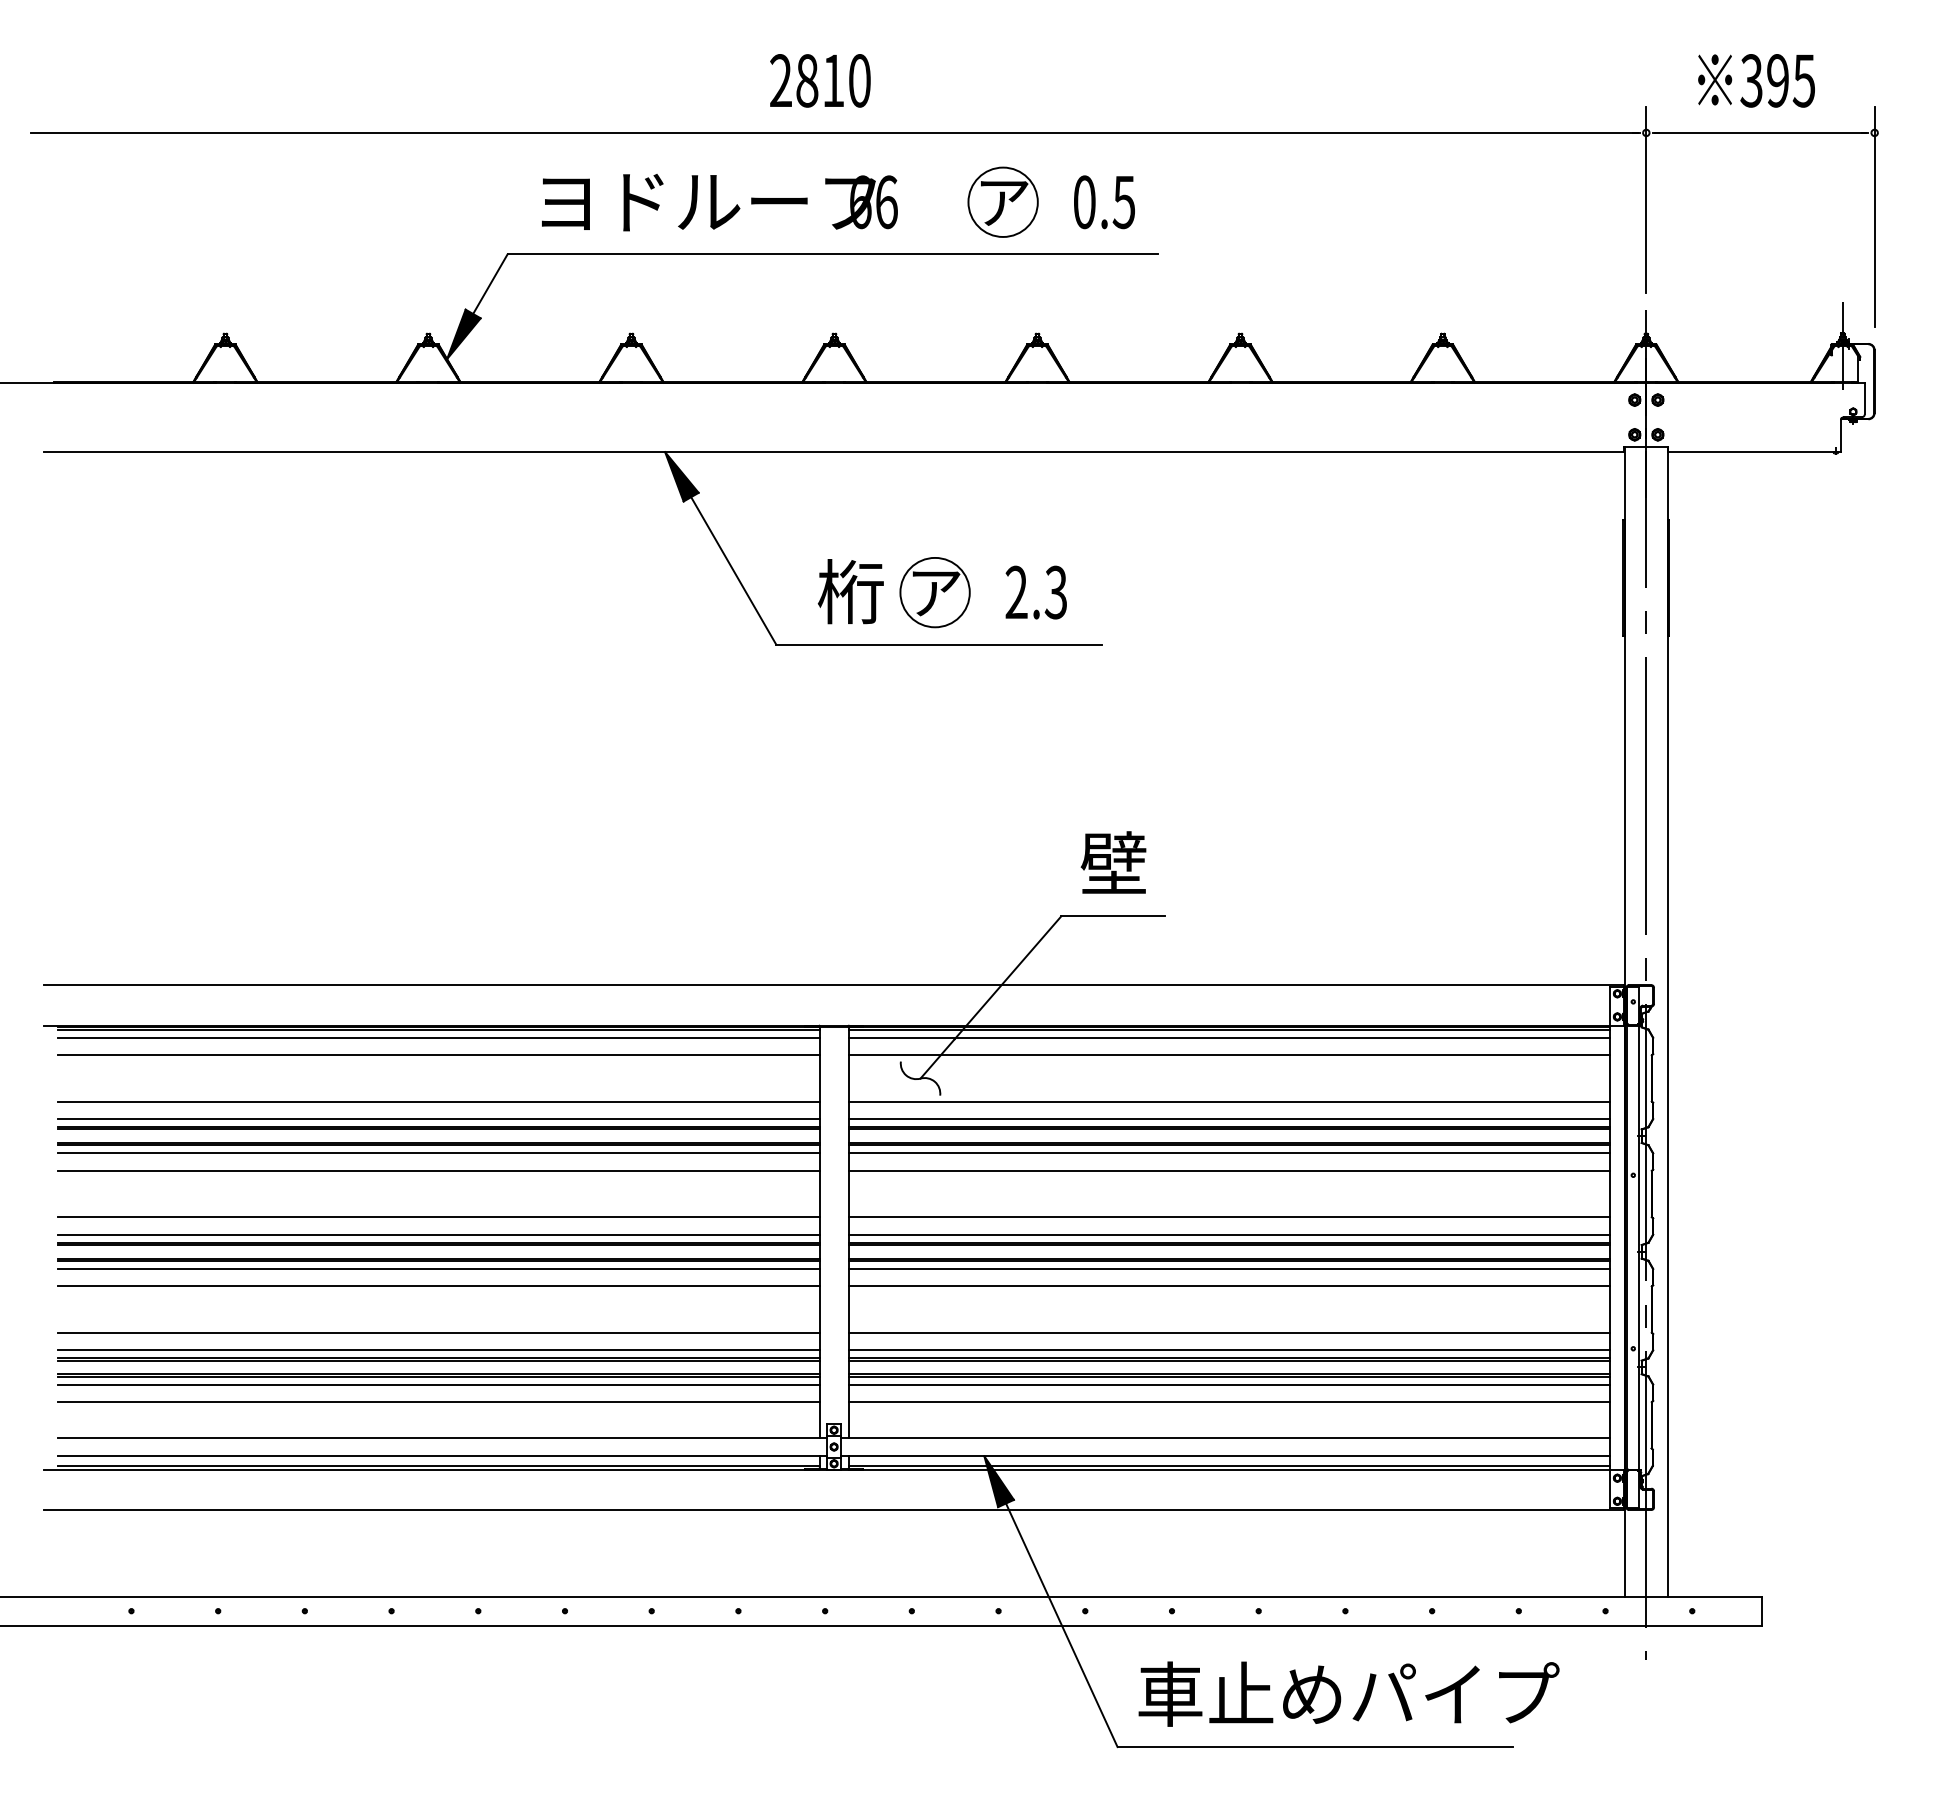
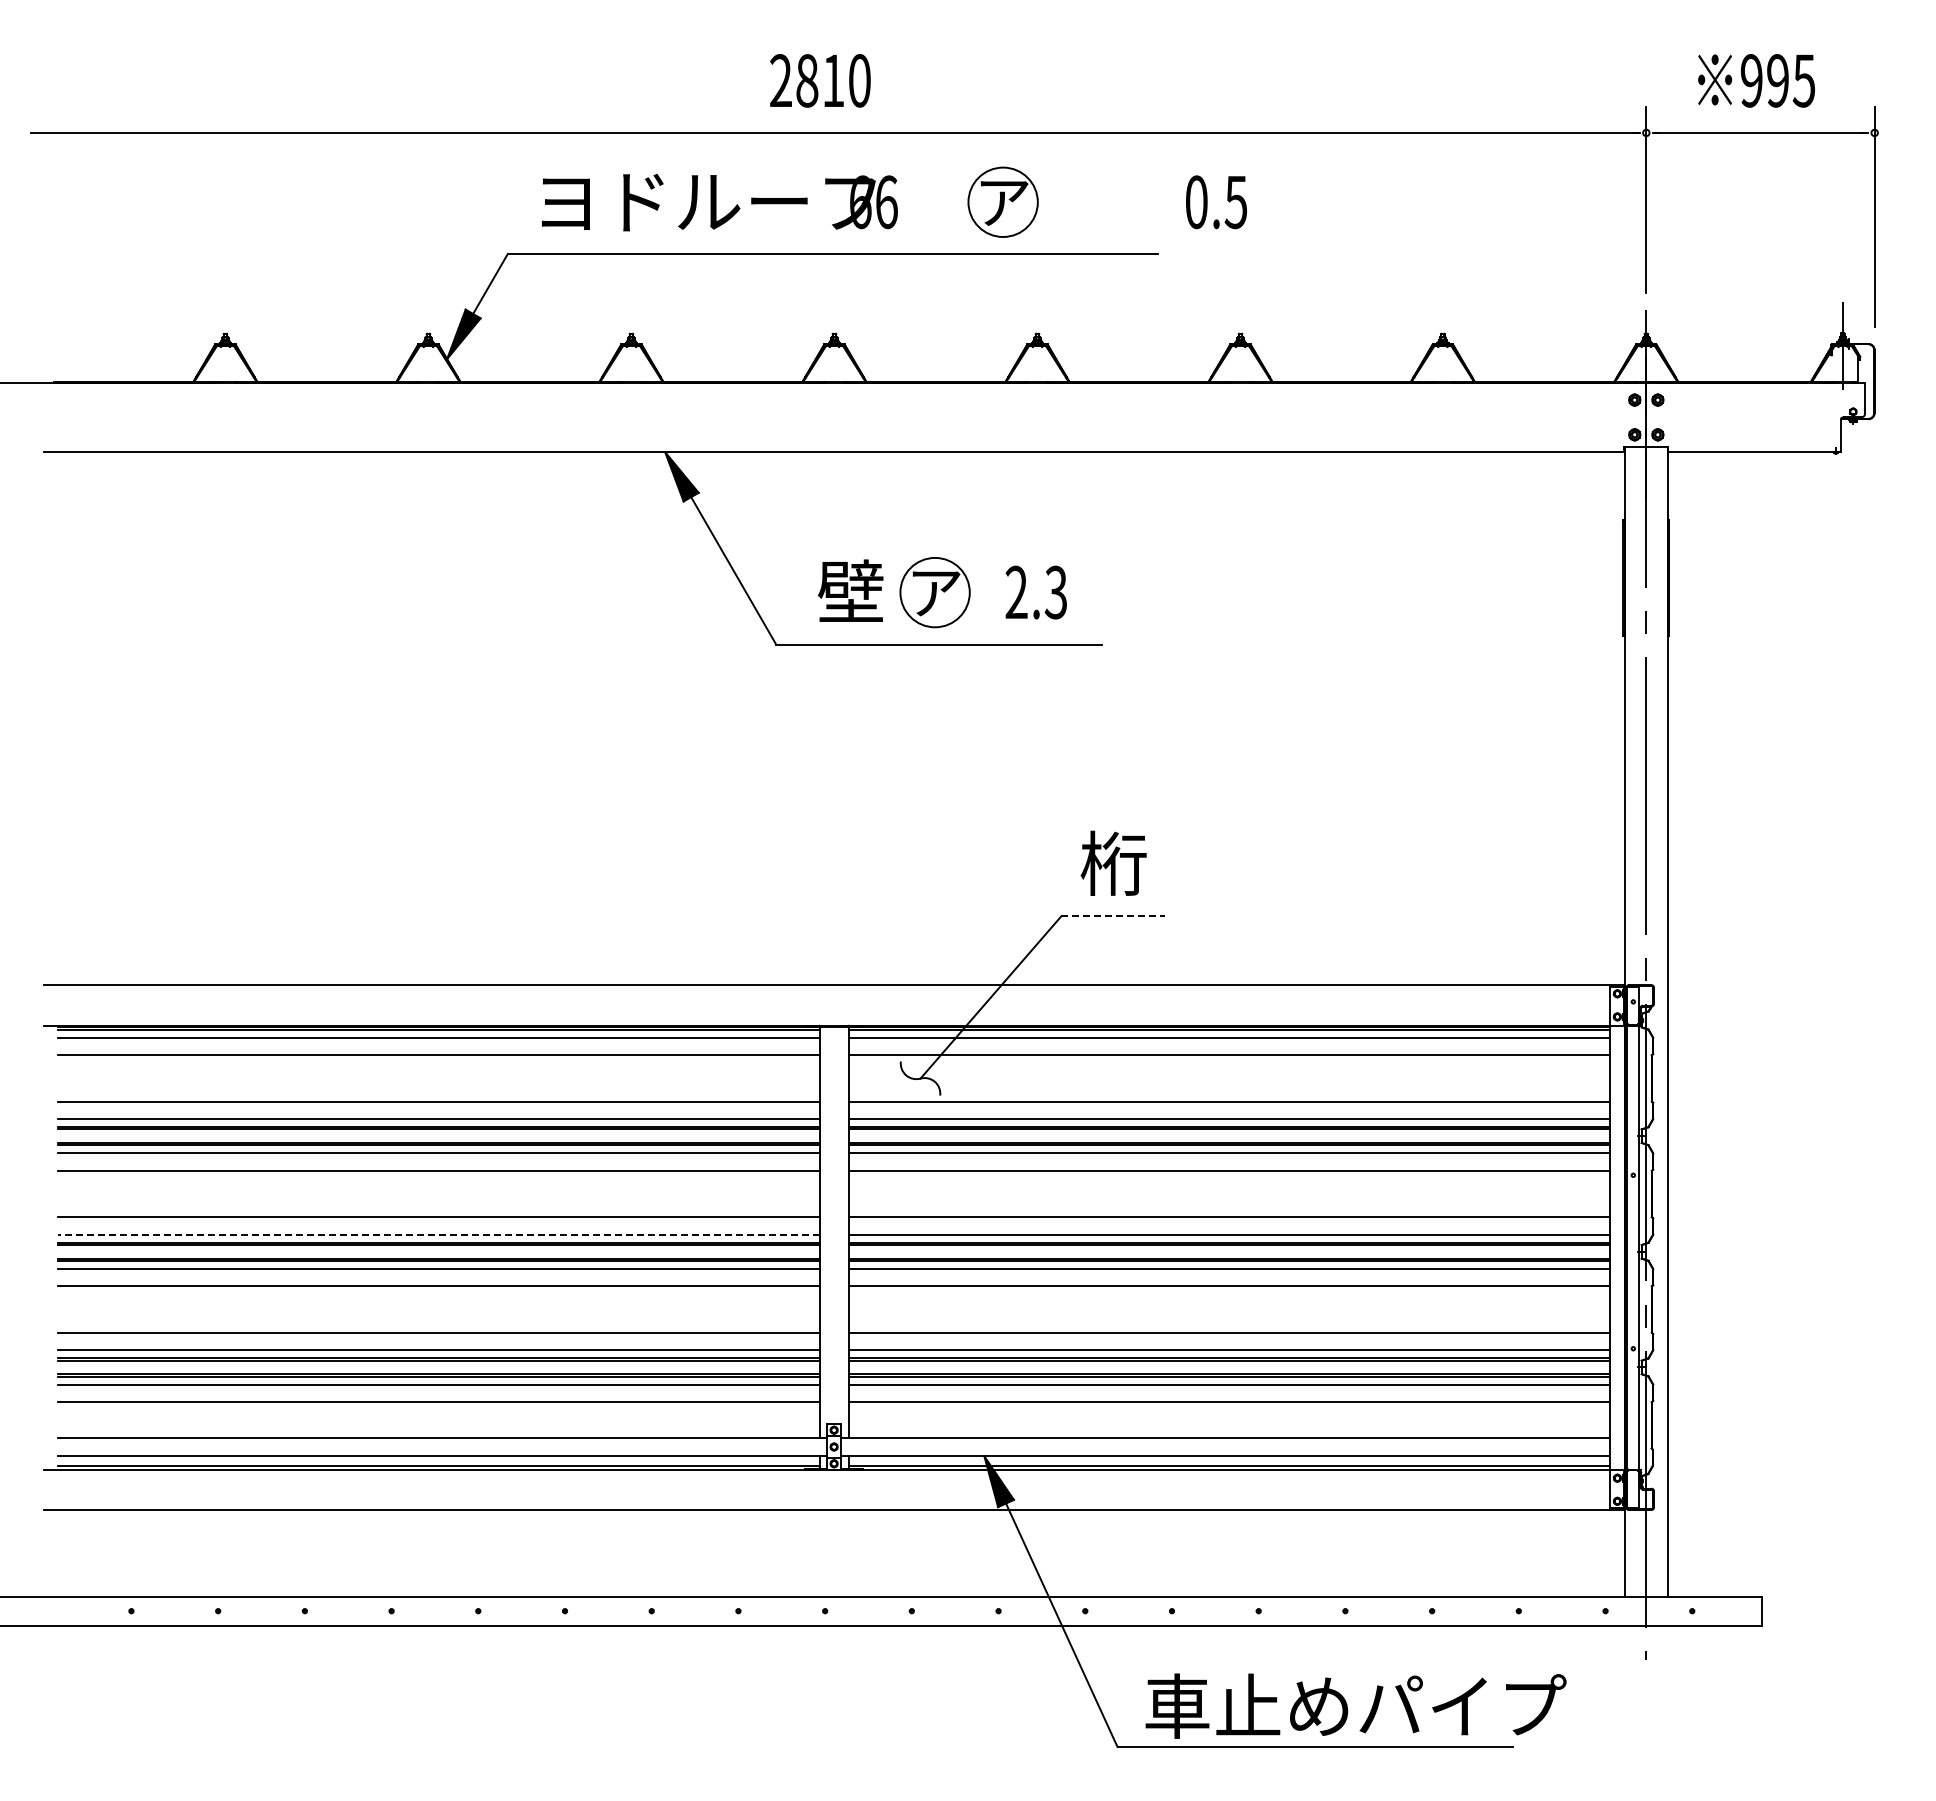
text at (1751, 80): 395 -> 995
text at (1104, 202) position: (1104, 202) -> (1216, 202)
text at (850, 591): 桁 -> 壁
text at (1113, 862): 壁 -> 桁
line at (1113, 916): solid -> dashed
line at (438, 1234): solid -> dashed
text at (1348, 1693) position: (1348, 1693) -> (1355, 1705)
